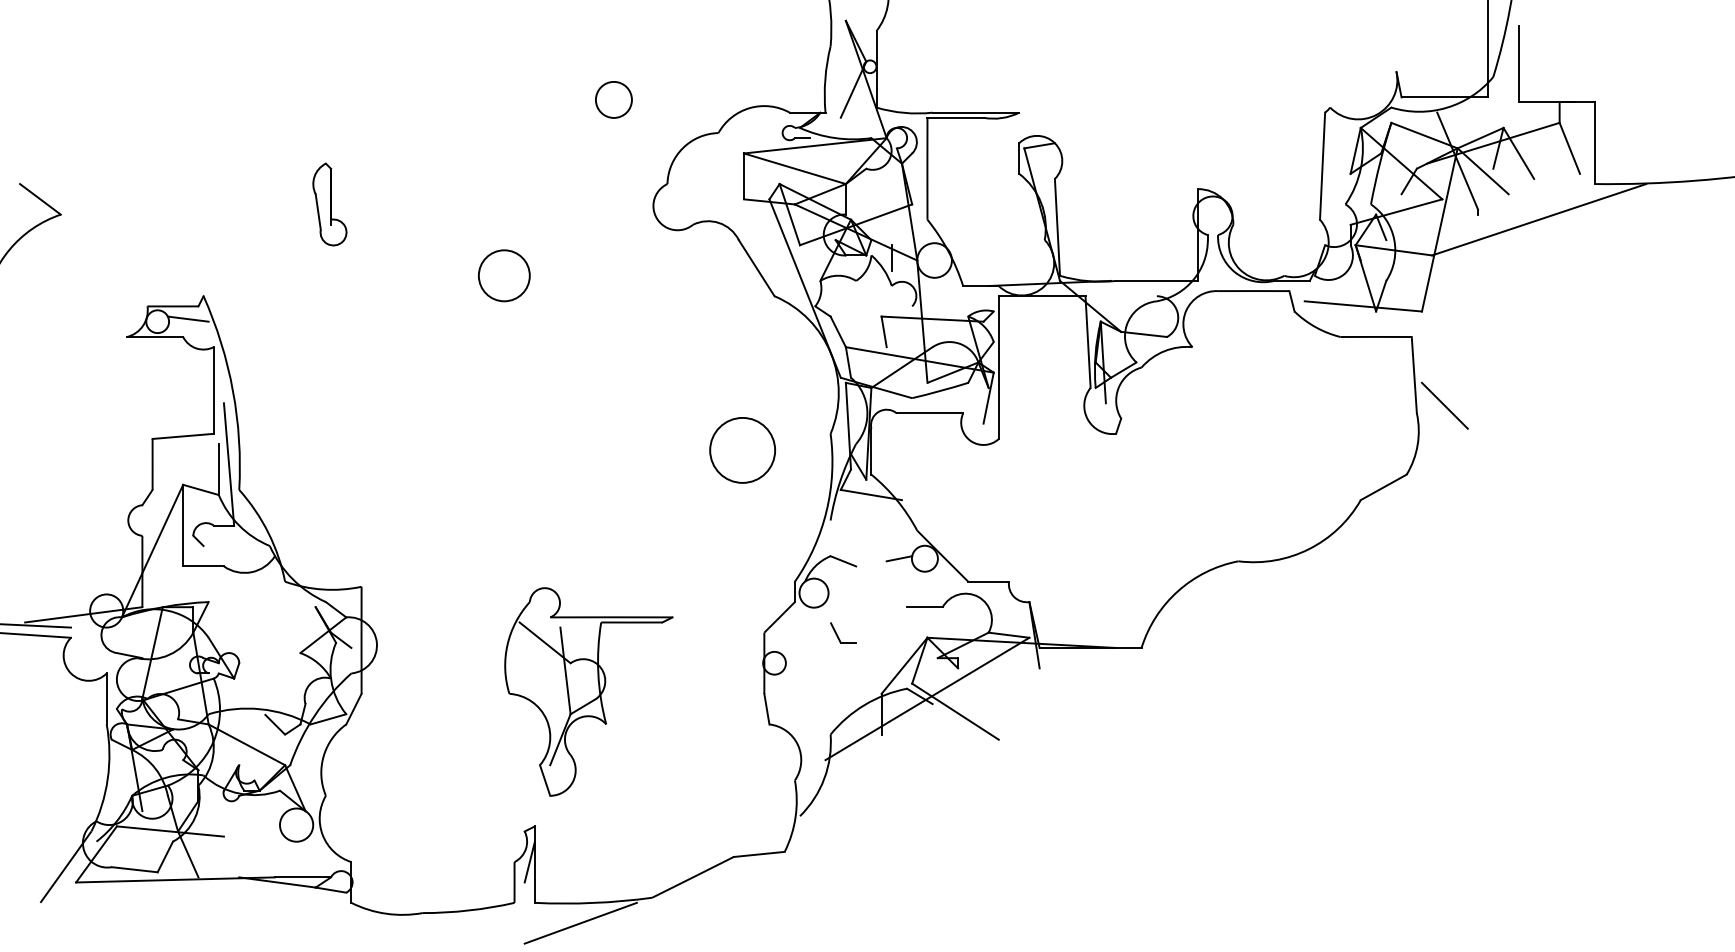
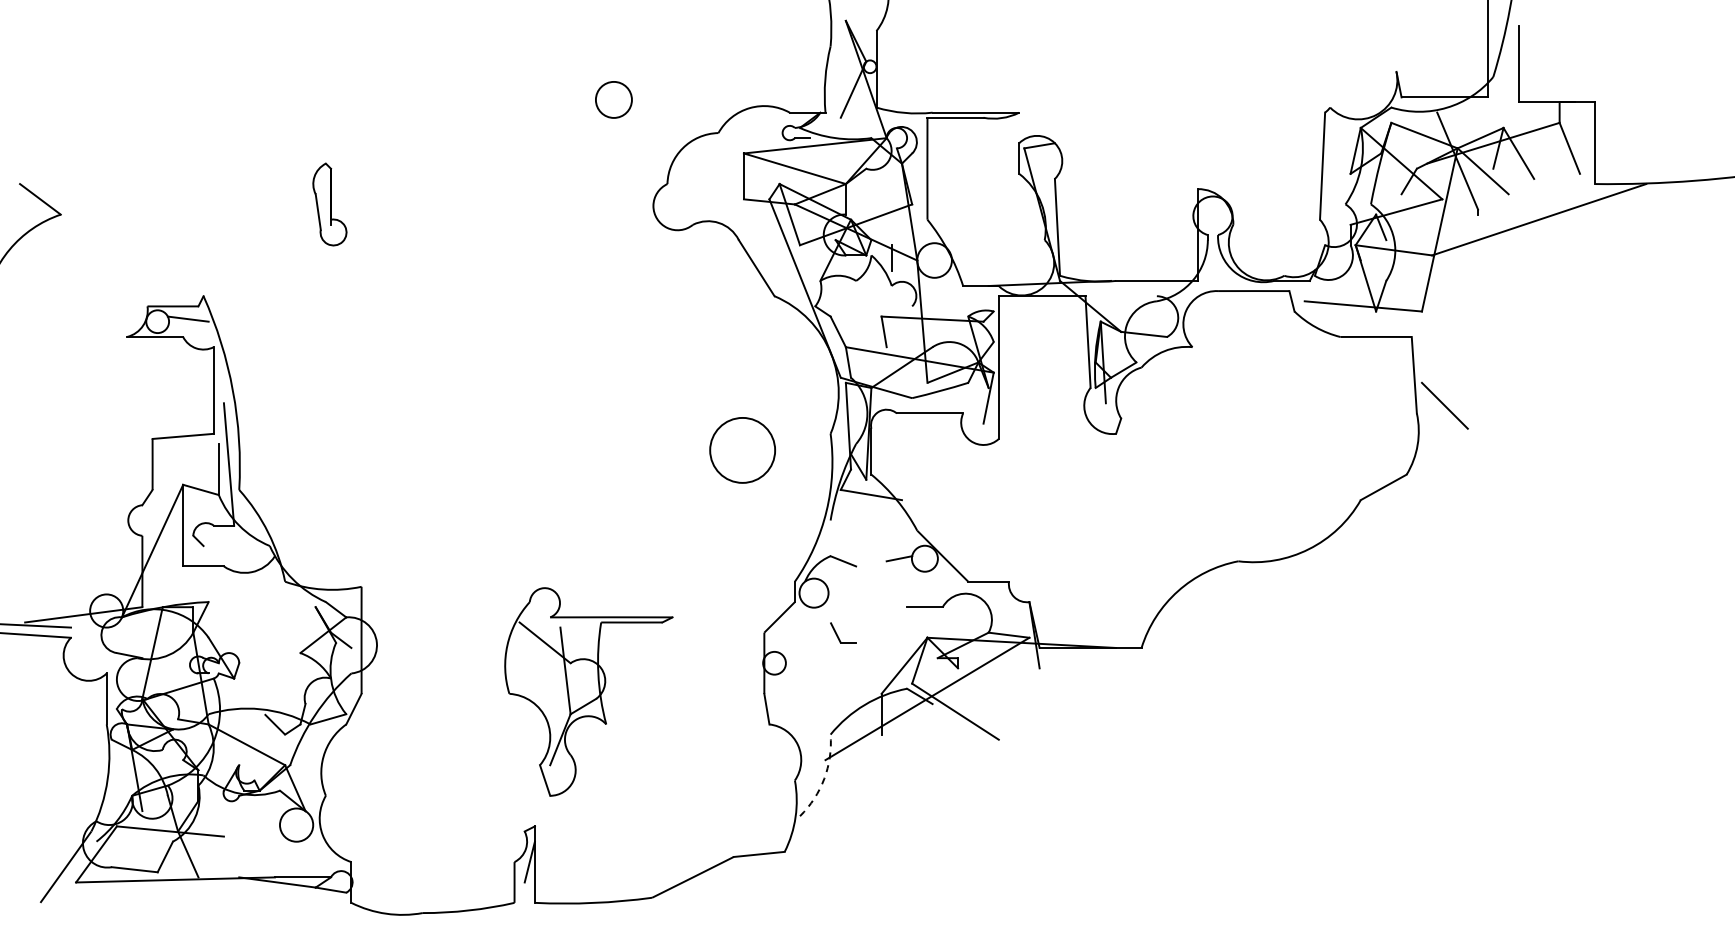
circle at (504, 275): present -> none
arc at (824, 778): solid -> dashed
line at (580, 922): present -> none
